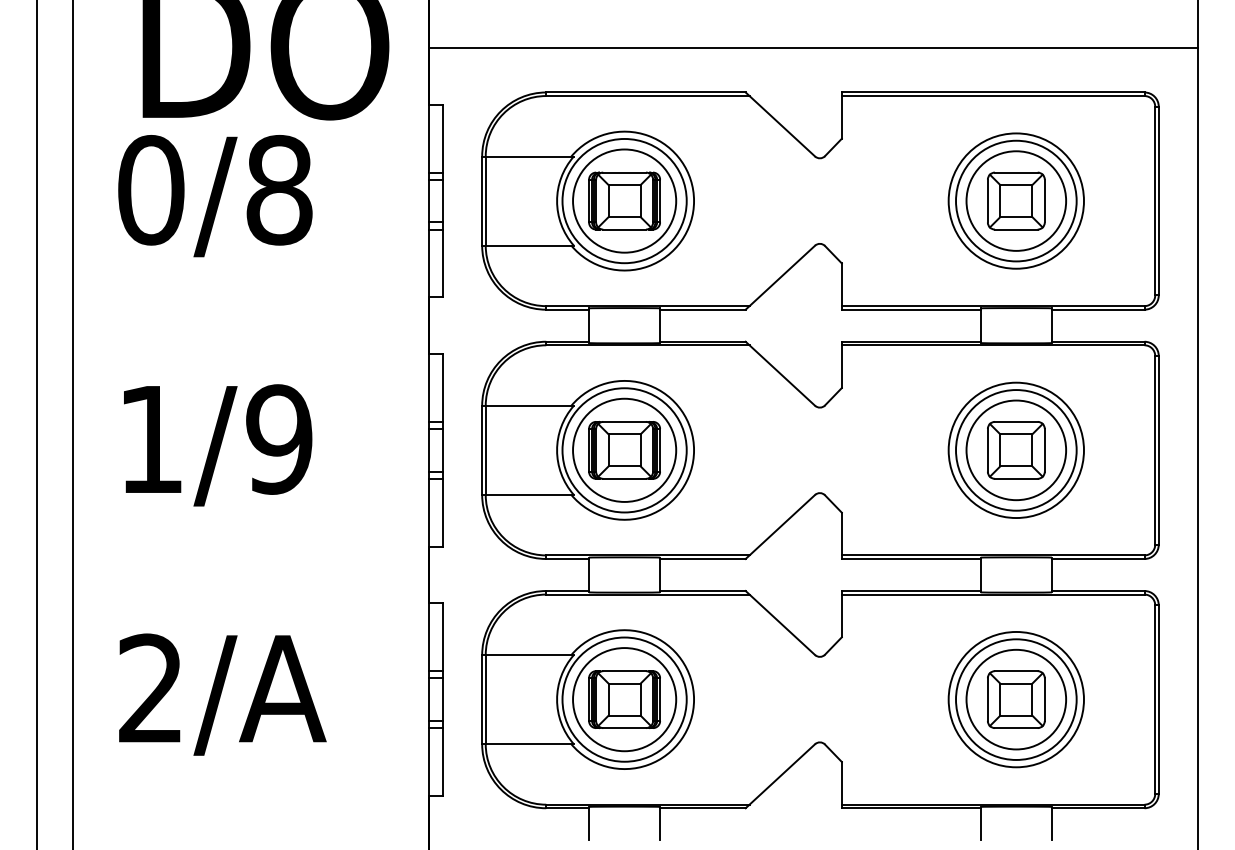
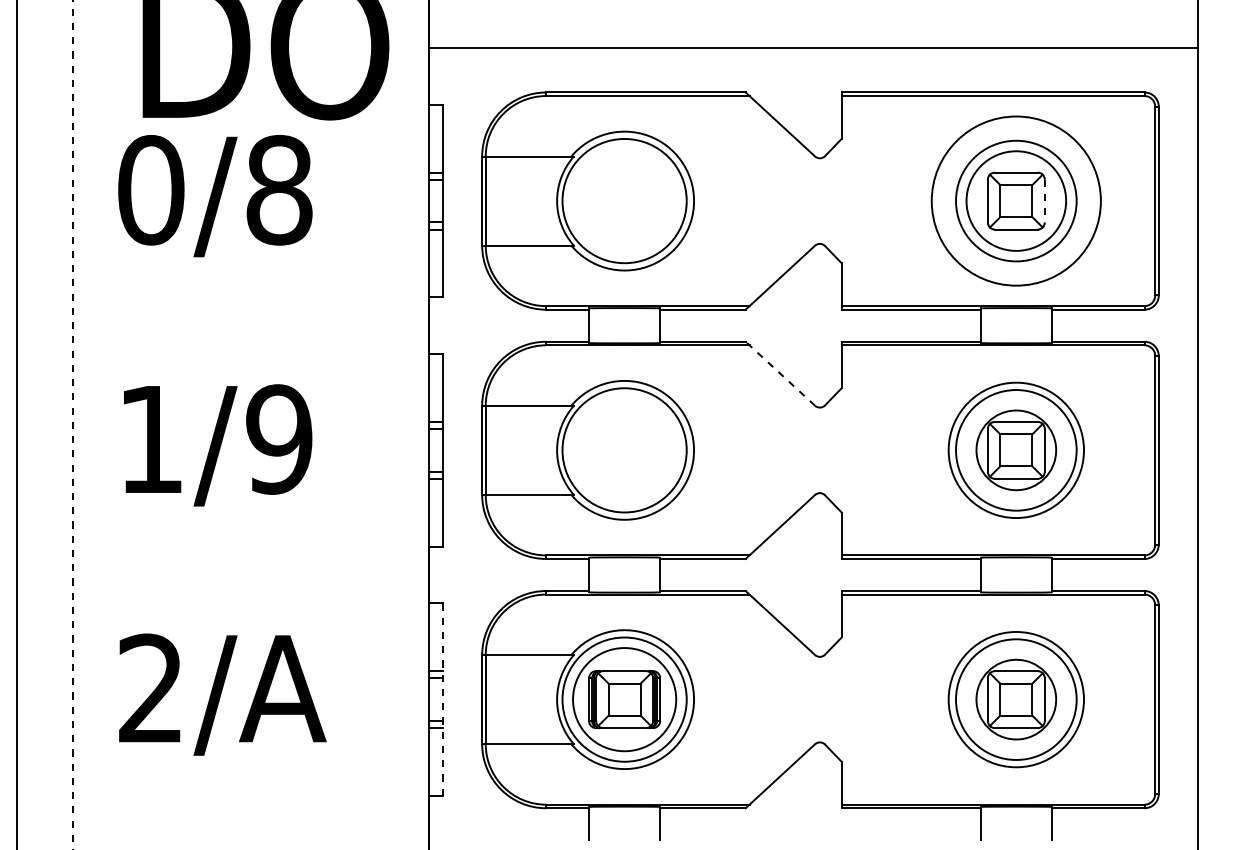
part at (624, 200): present -> none
circle at (1015, 200) diameter: 135 px -> 169 px
line at (1044, 201): solid -> dashed
line at (780, 373): solid -> dashed
line at (37, 424) position: (37, 424) -> (17, 424)
line at (72, 425): solid -> dashed
part at (624, 449): present -> none
circle at (1016, 450) diameter: 100 px -> 80 px
circle at (1016, 699) diameter: 100 px -> 80 px
line at (443, 700): solid -> dashed
